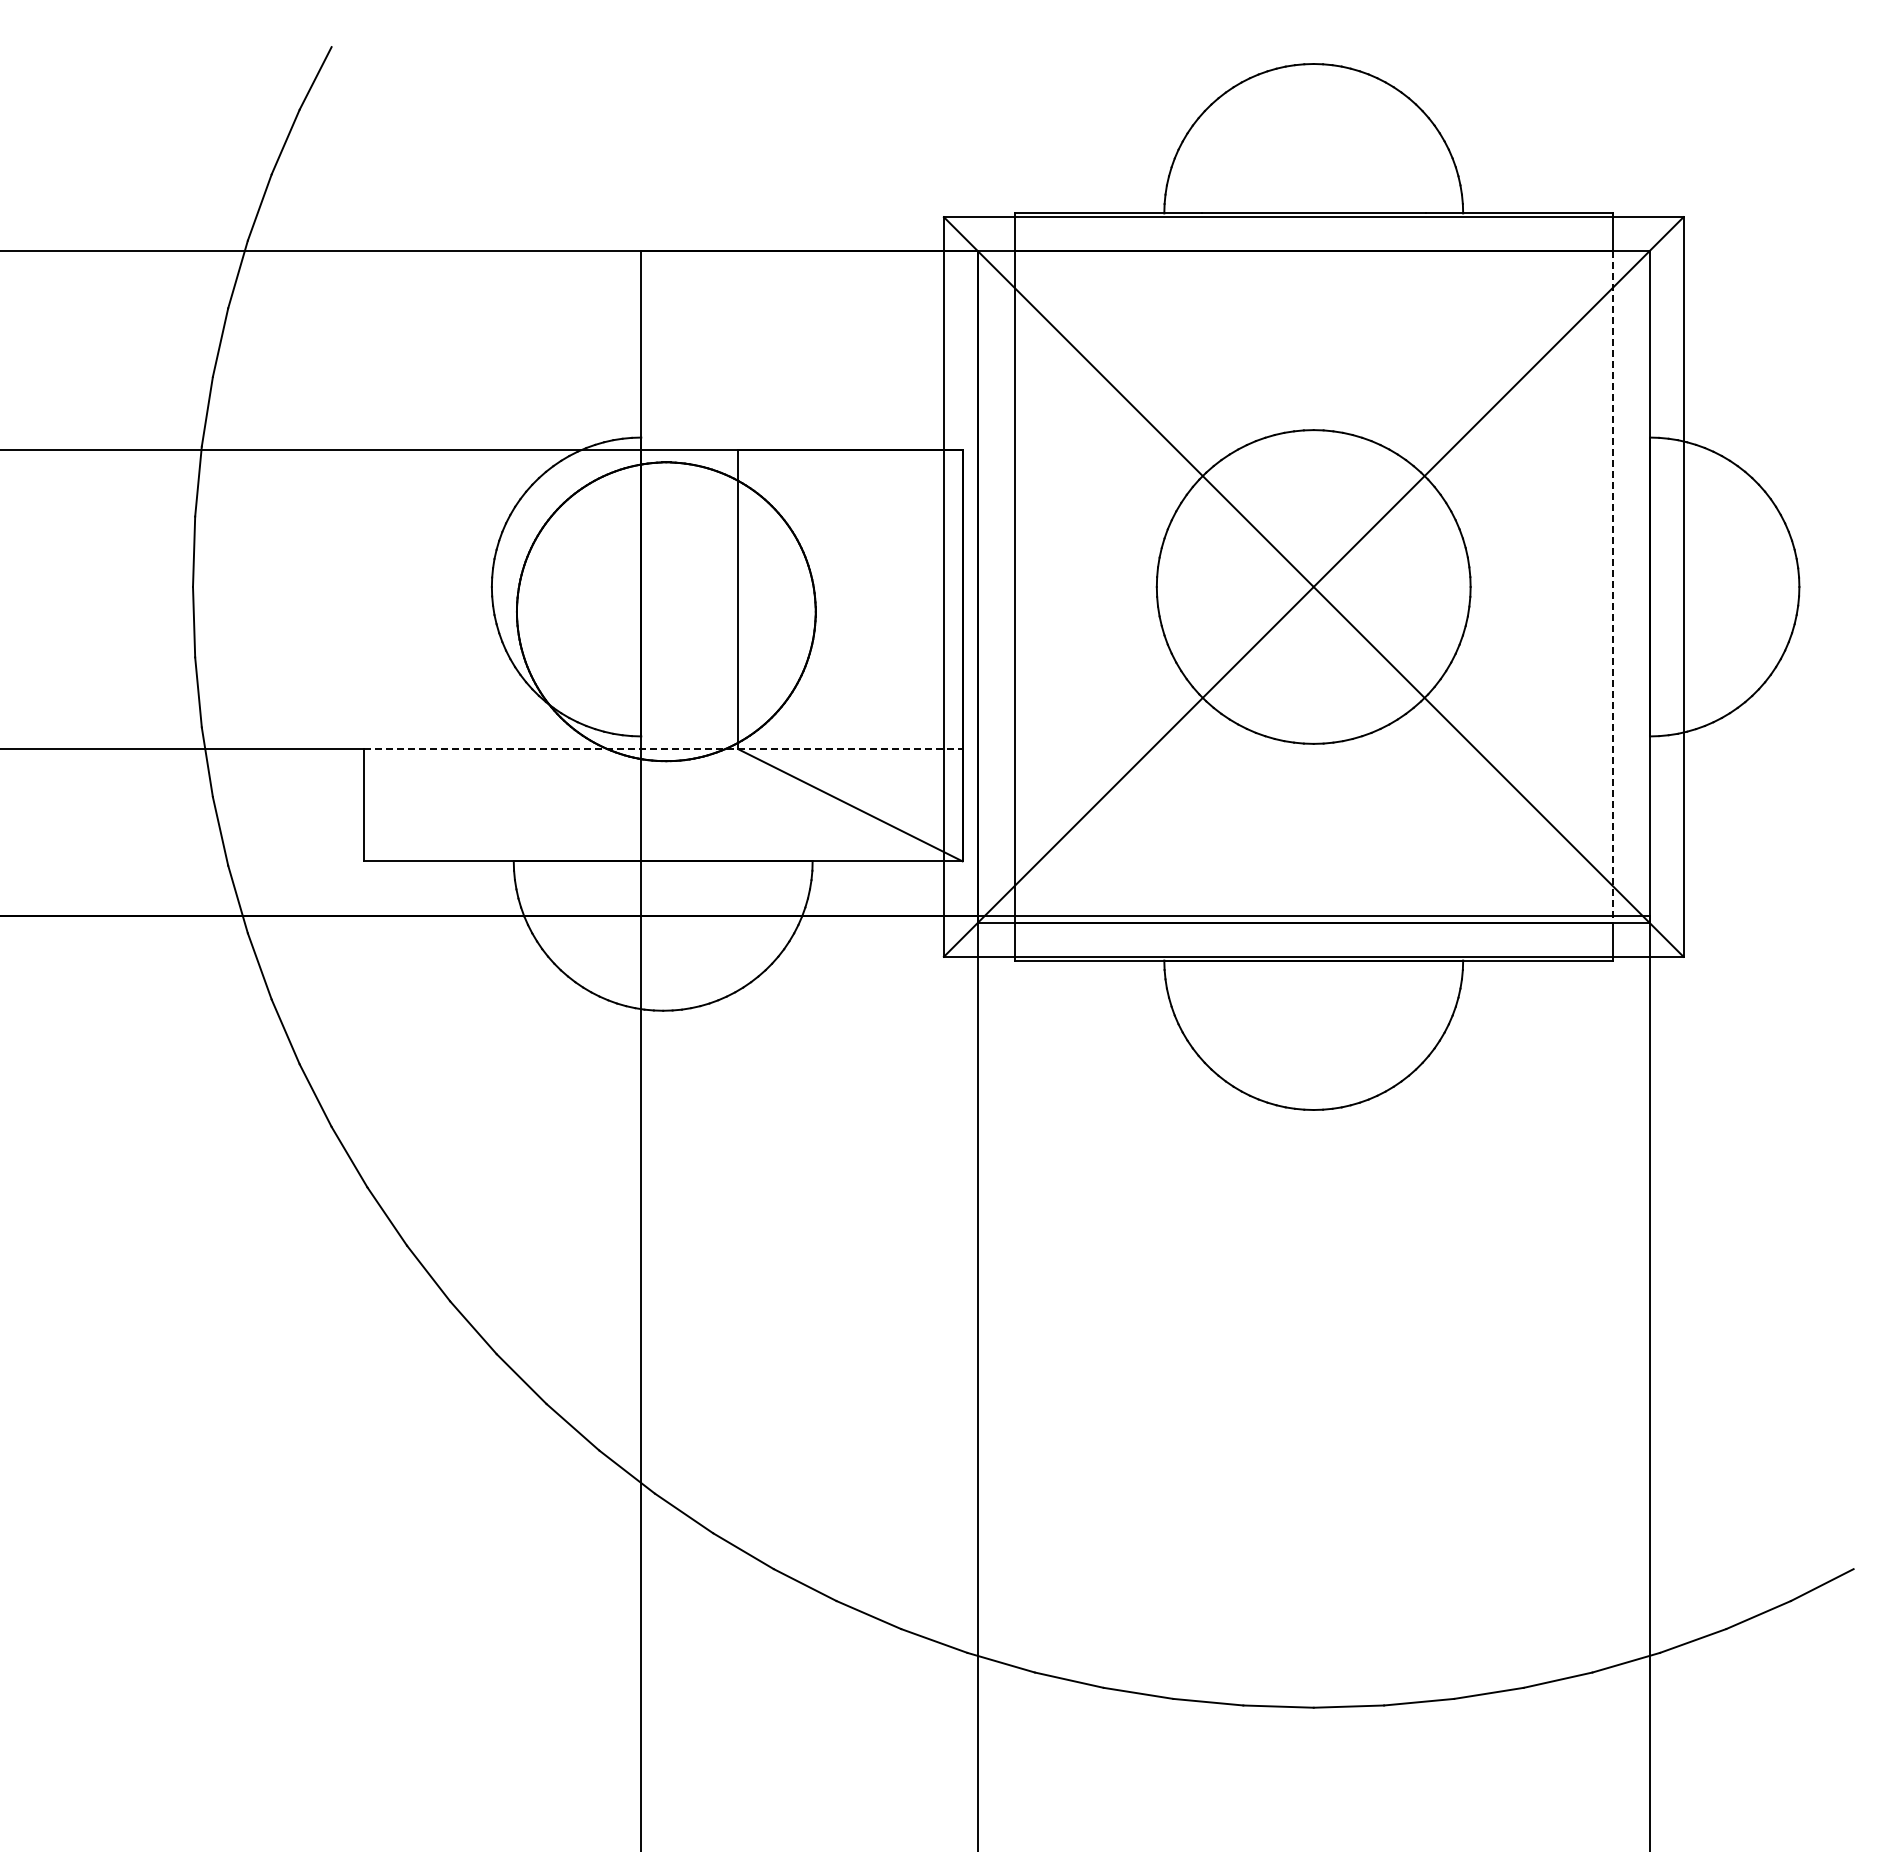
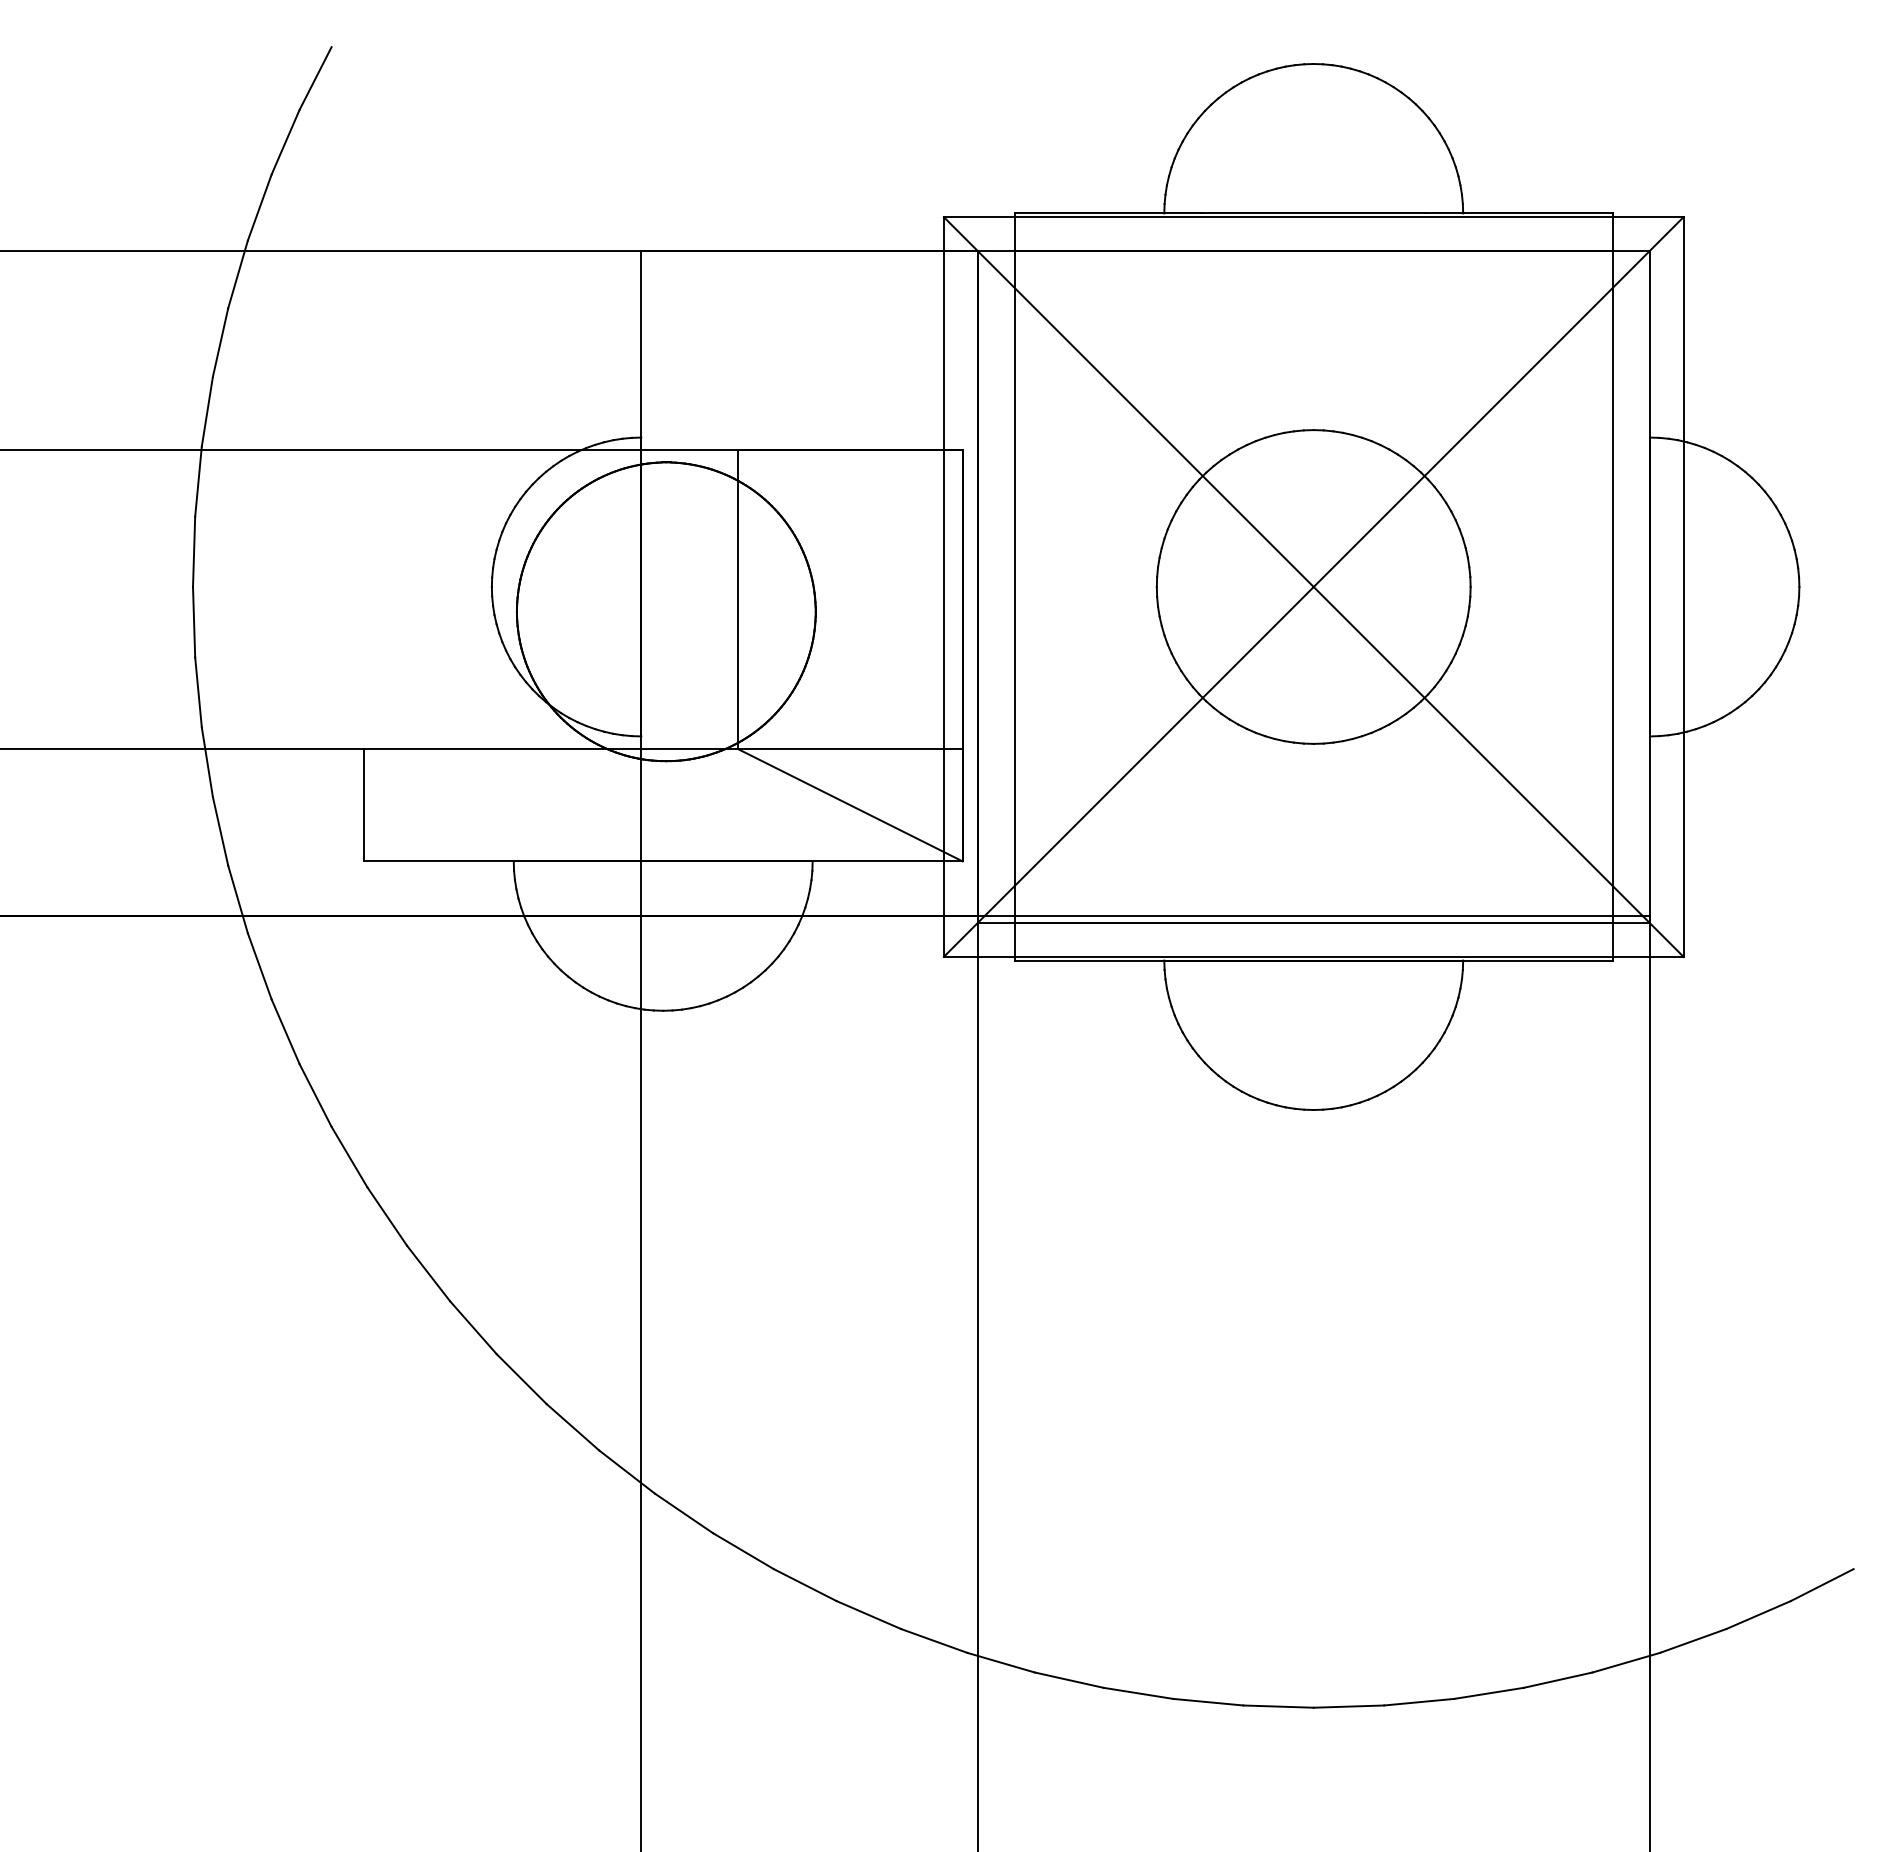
line at (1612, 587): dashed -> solid
line at (663, 749): dashed -> solid
